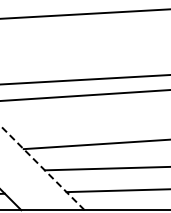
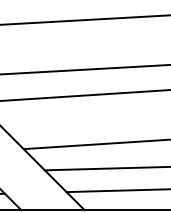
line at (84, 13) position: (84, 13) -> (84, 19)
line at (84, 79) position: (84, 79) -> (84, 69)
line at (42, 167): dashed -> solid
